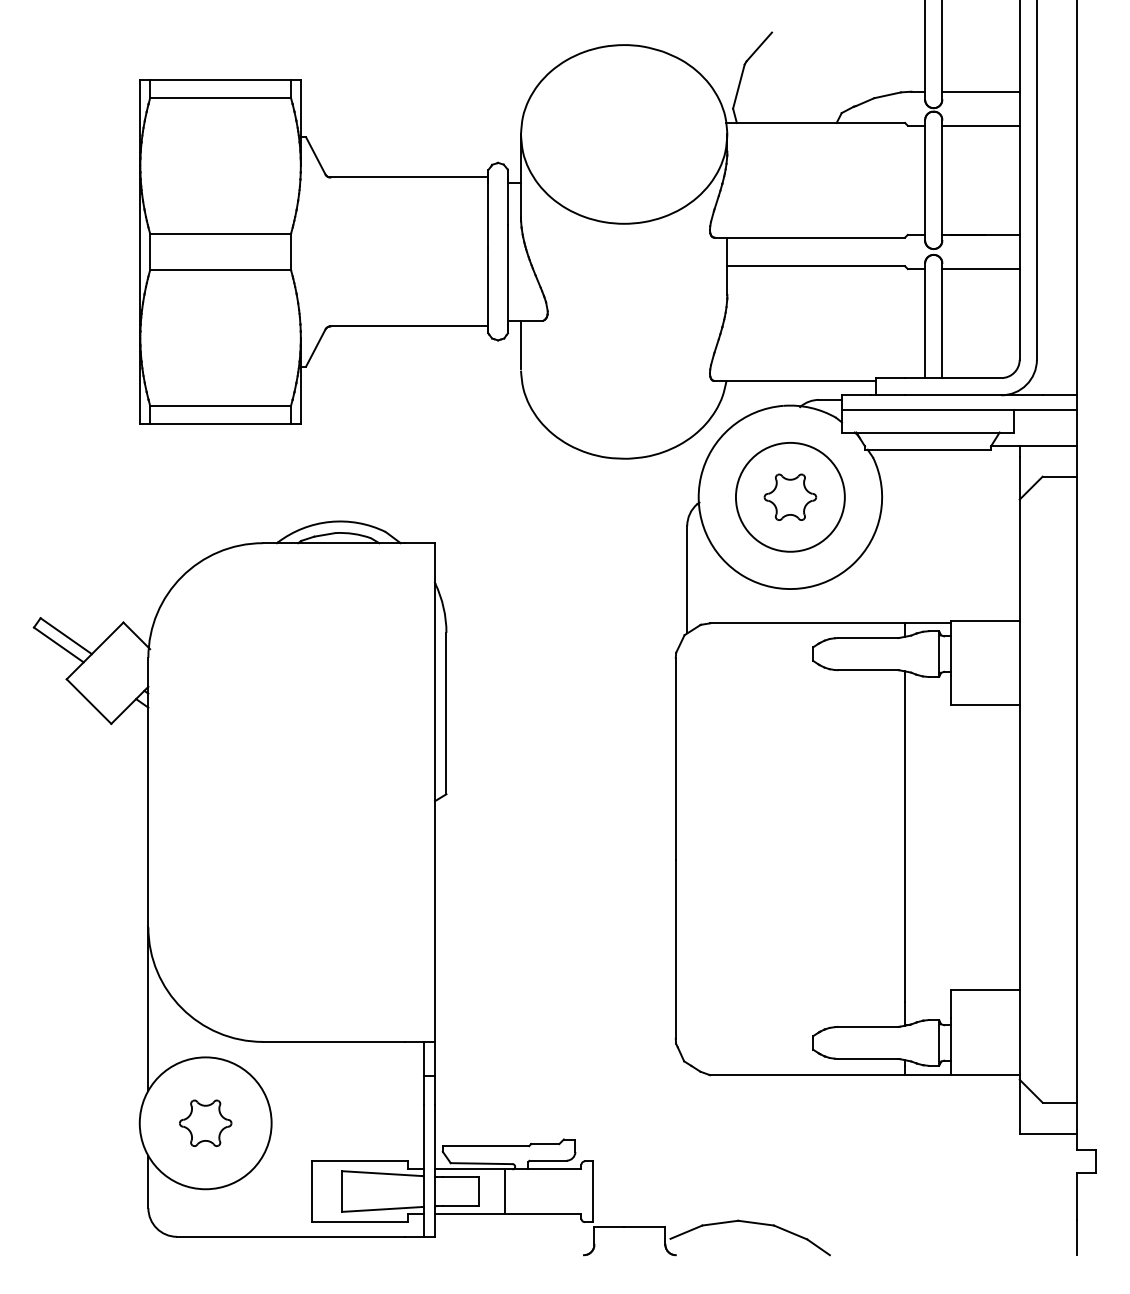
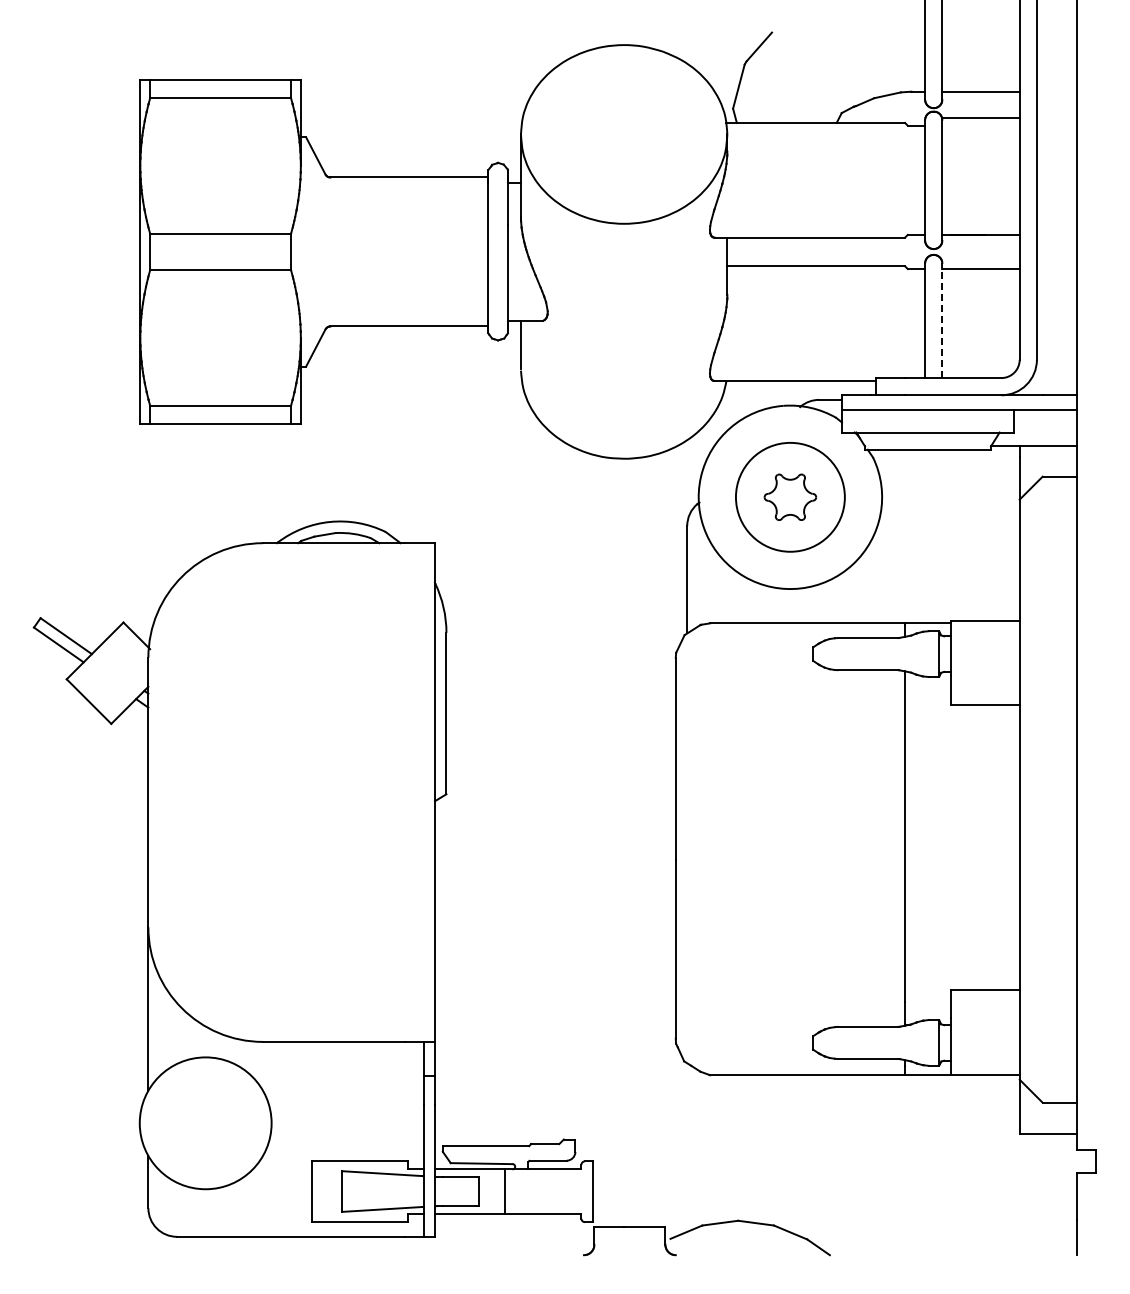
line at (980, 125) position: (980, 125) -> (980, 117)
line at (942, 320): solid -> dashed
part at (205, 1122): present -> none
